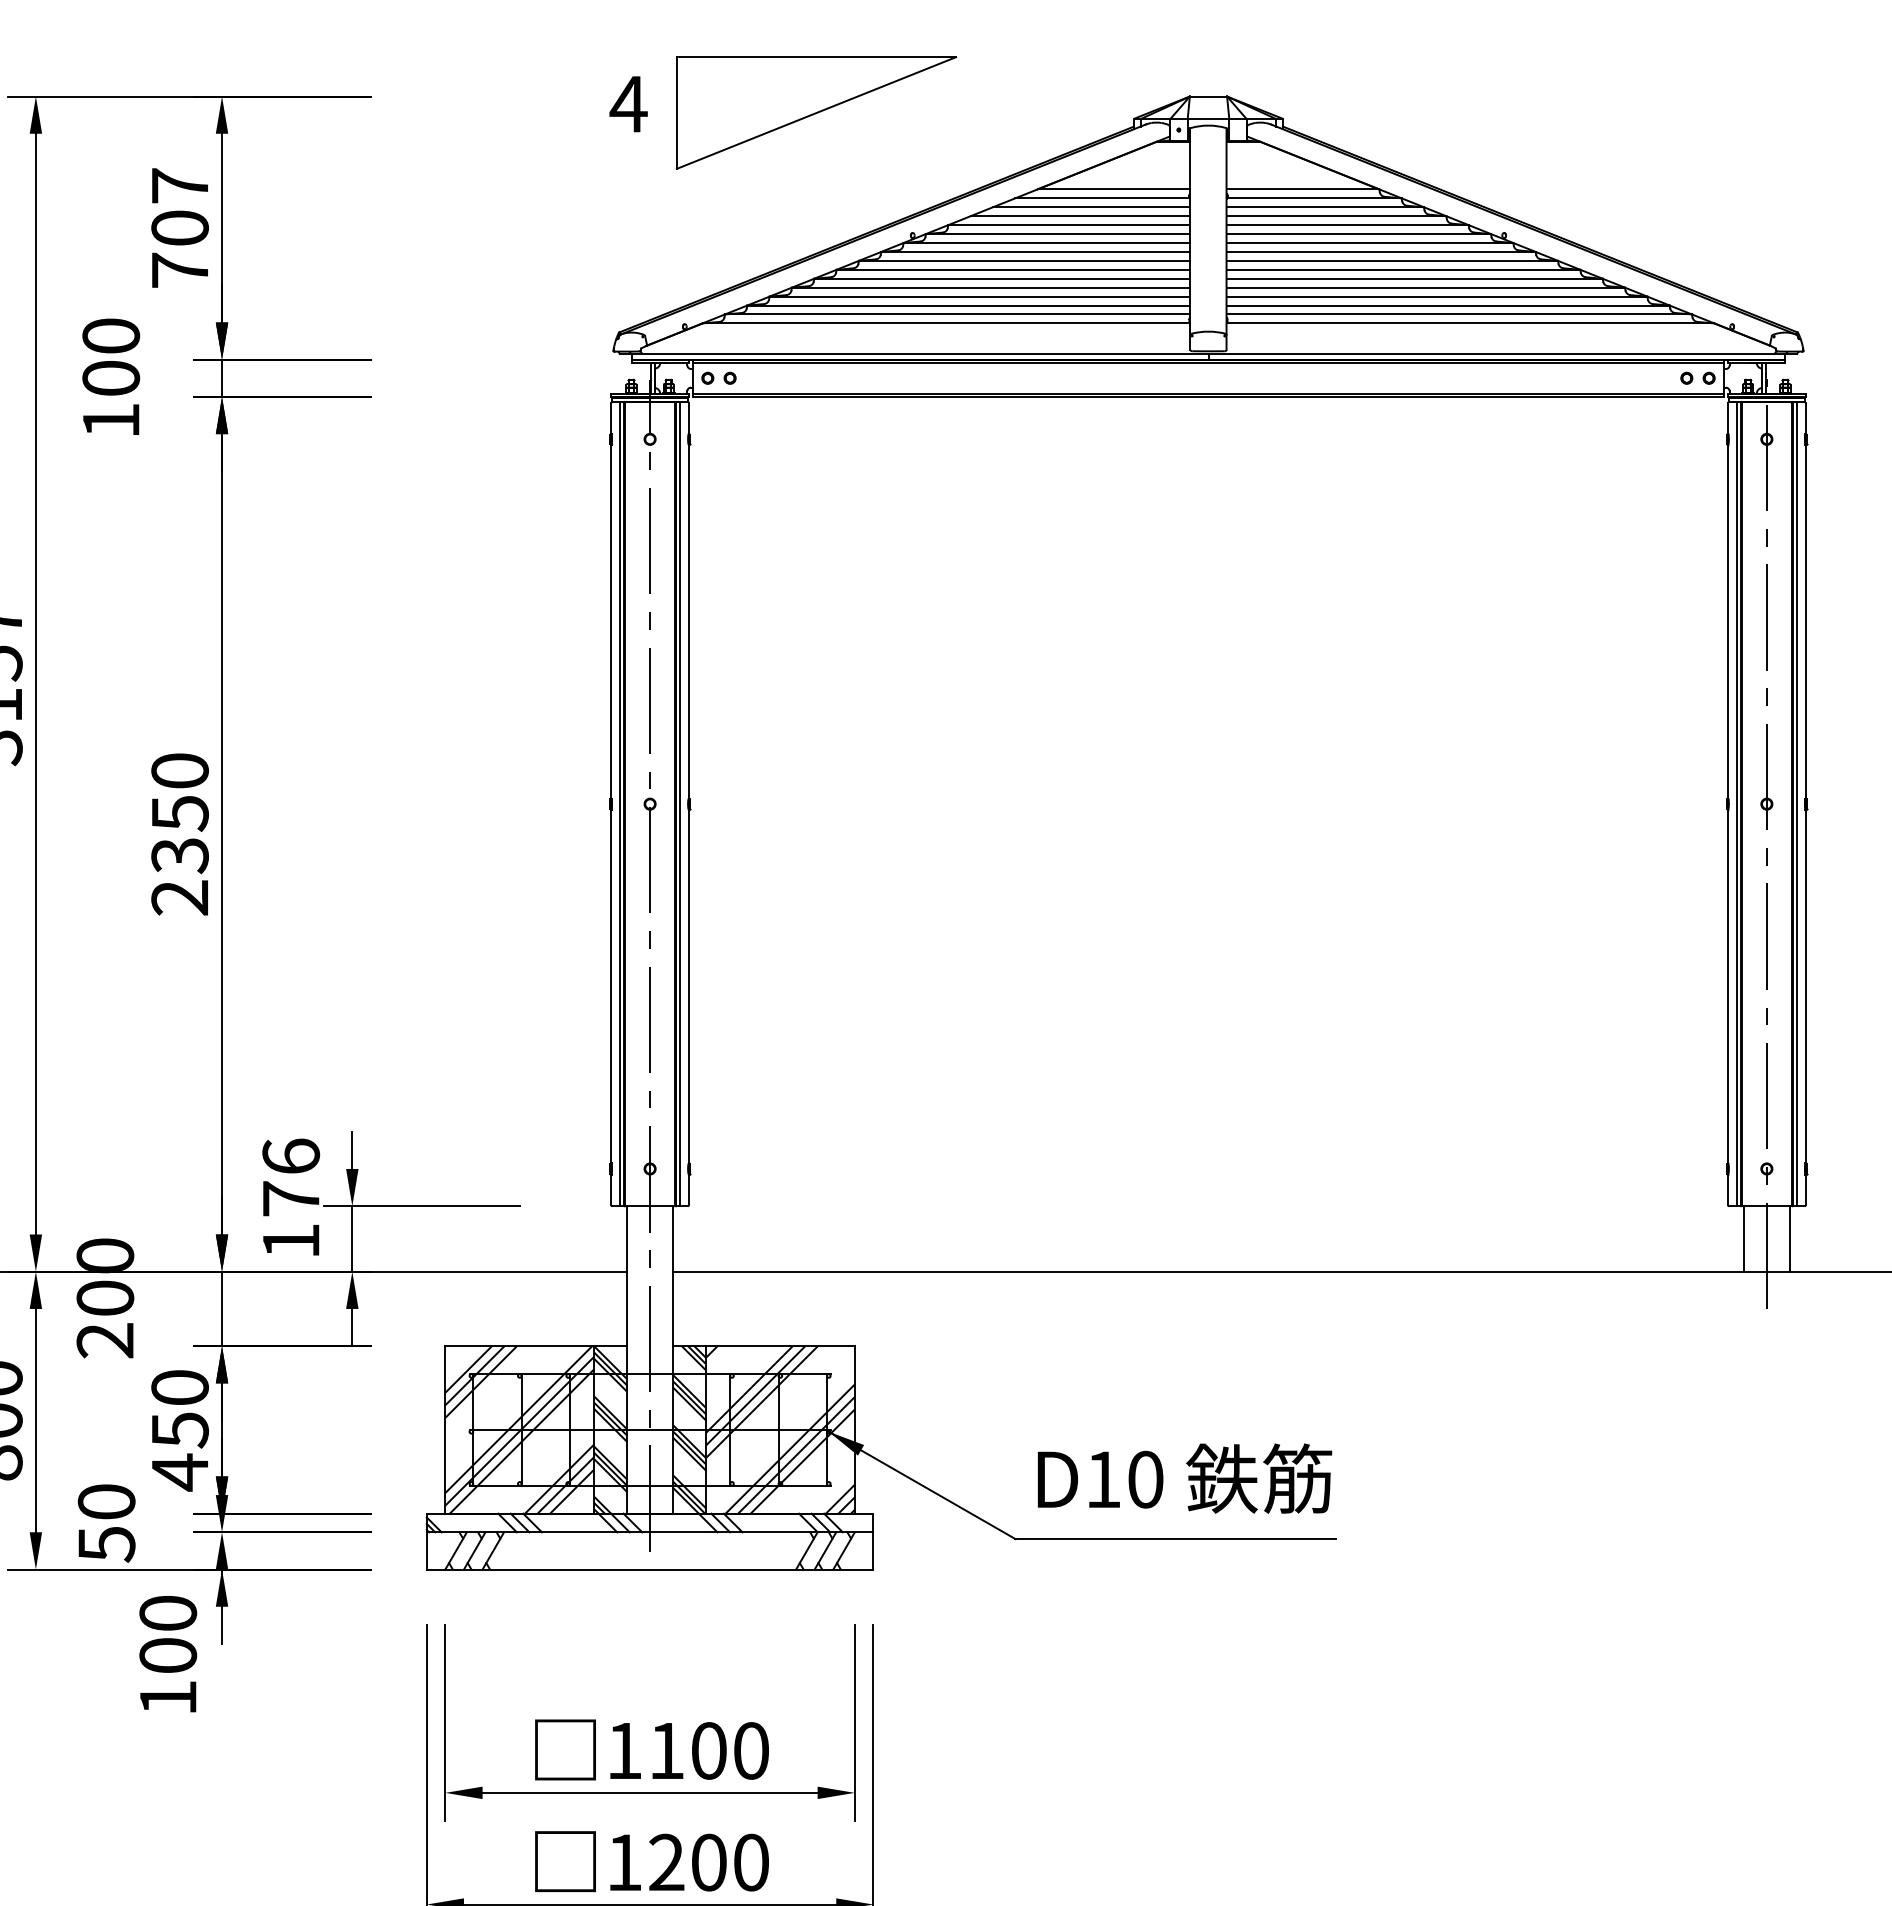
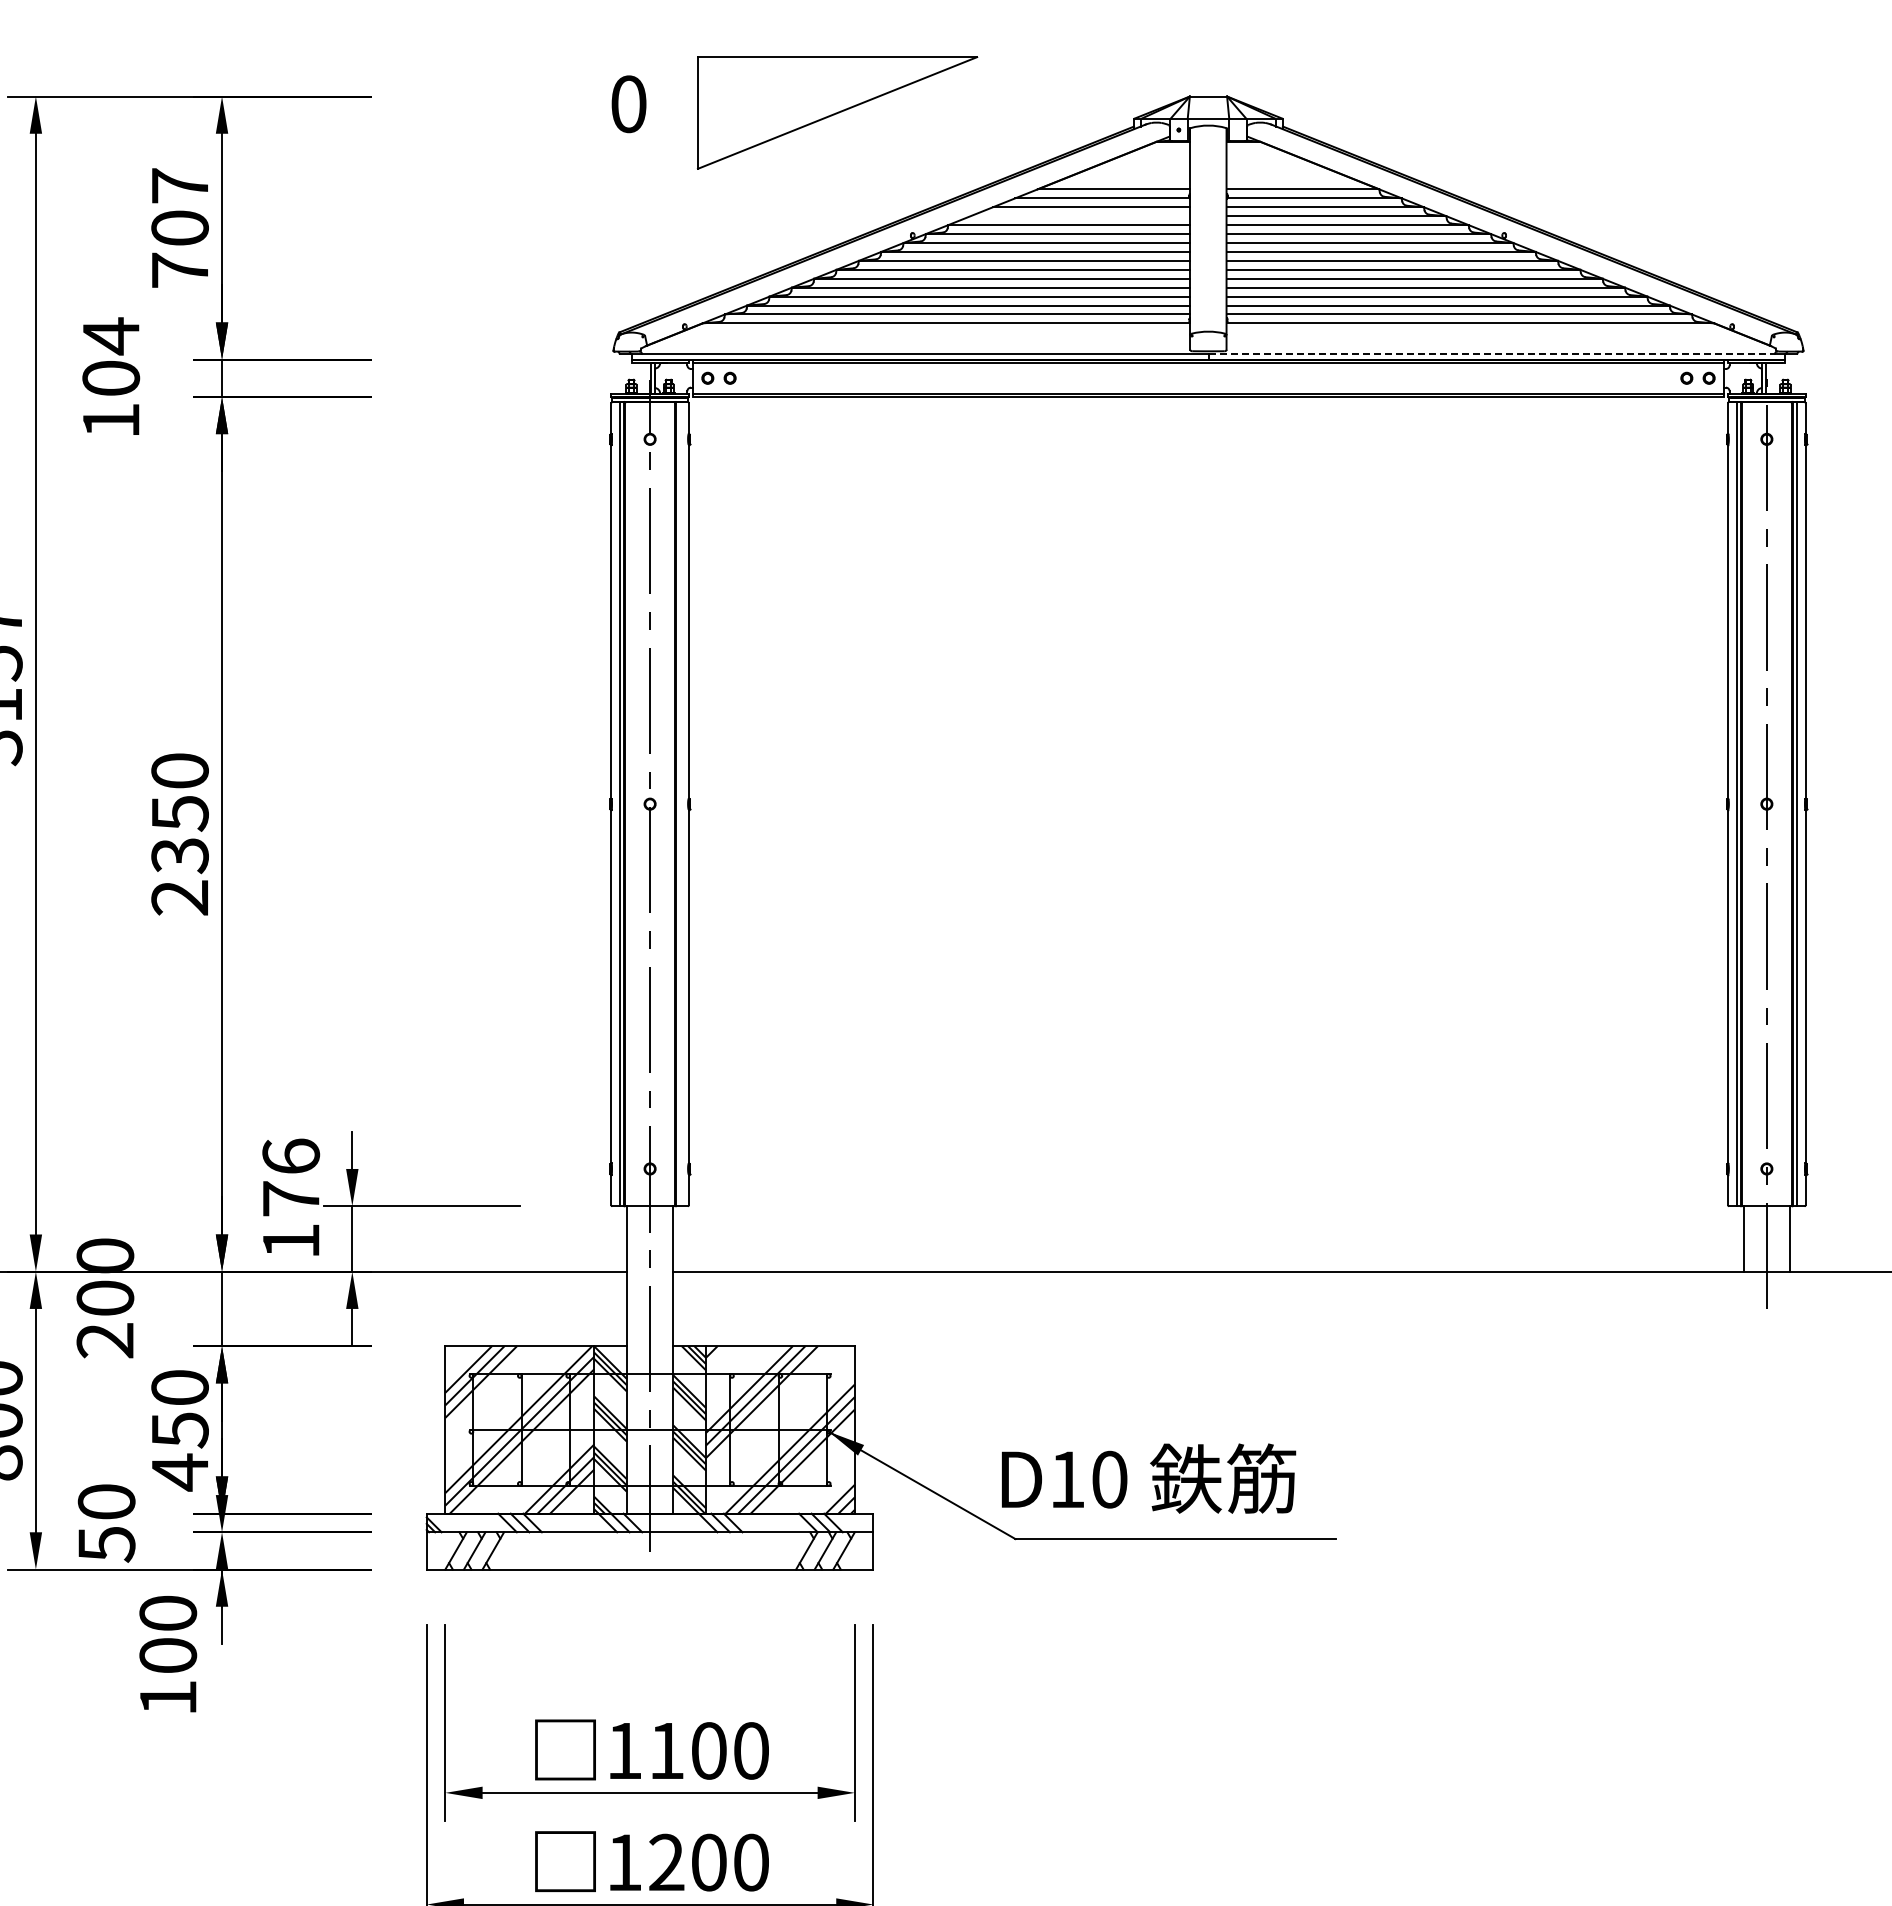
text at (628, 104): 4 -> 0
part at (816, 112) position: (816, 112) -> (837, 112)
line at (1080, 216): present -> none
text at (111, 336): 100 -> 104
line at (1492, 354): solid -> dashed
line at (680, 804): present -> none
text at (1185, 1478) position: (1185, 1478) -> (1149, 1478)
